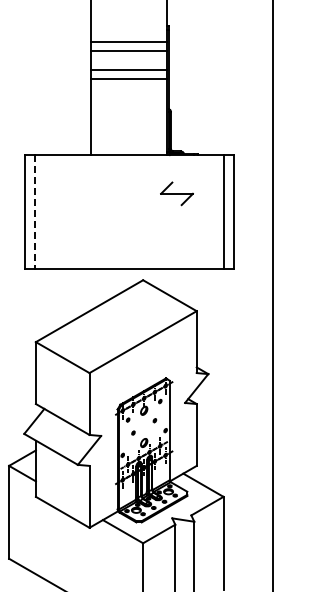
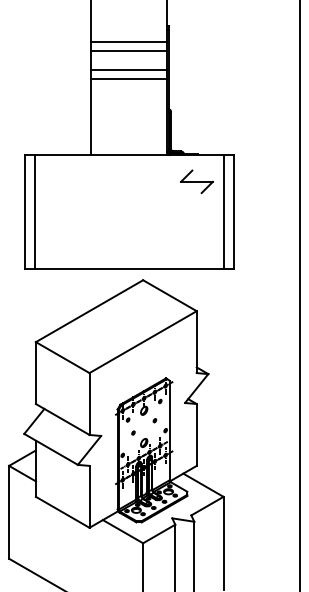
part at (176, 193) position: (176, 193) -> (196, 181)
line at (34, 212): dashed -> solid
line at (272, 295) position: (272, 295) -> (299, 295)
